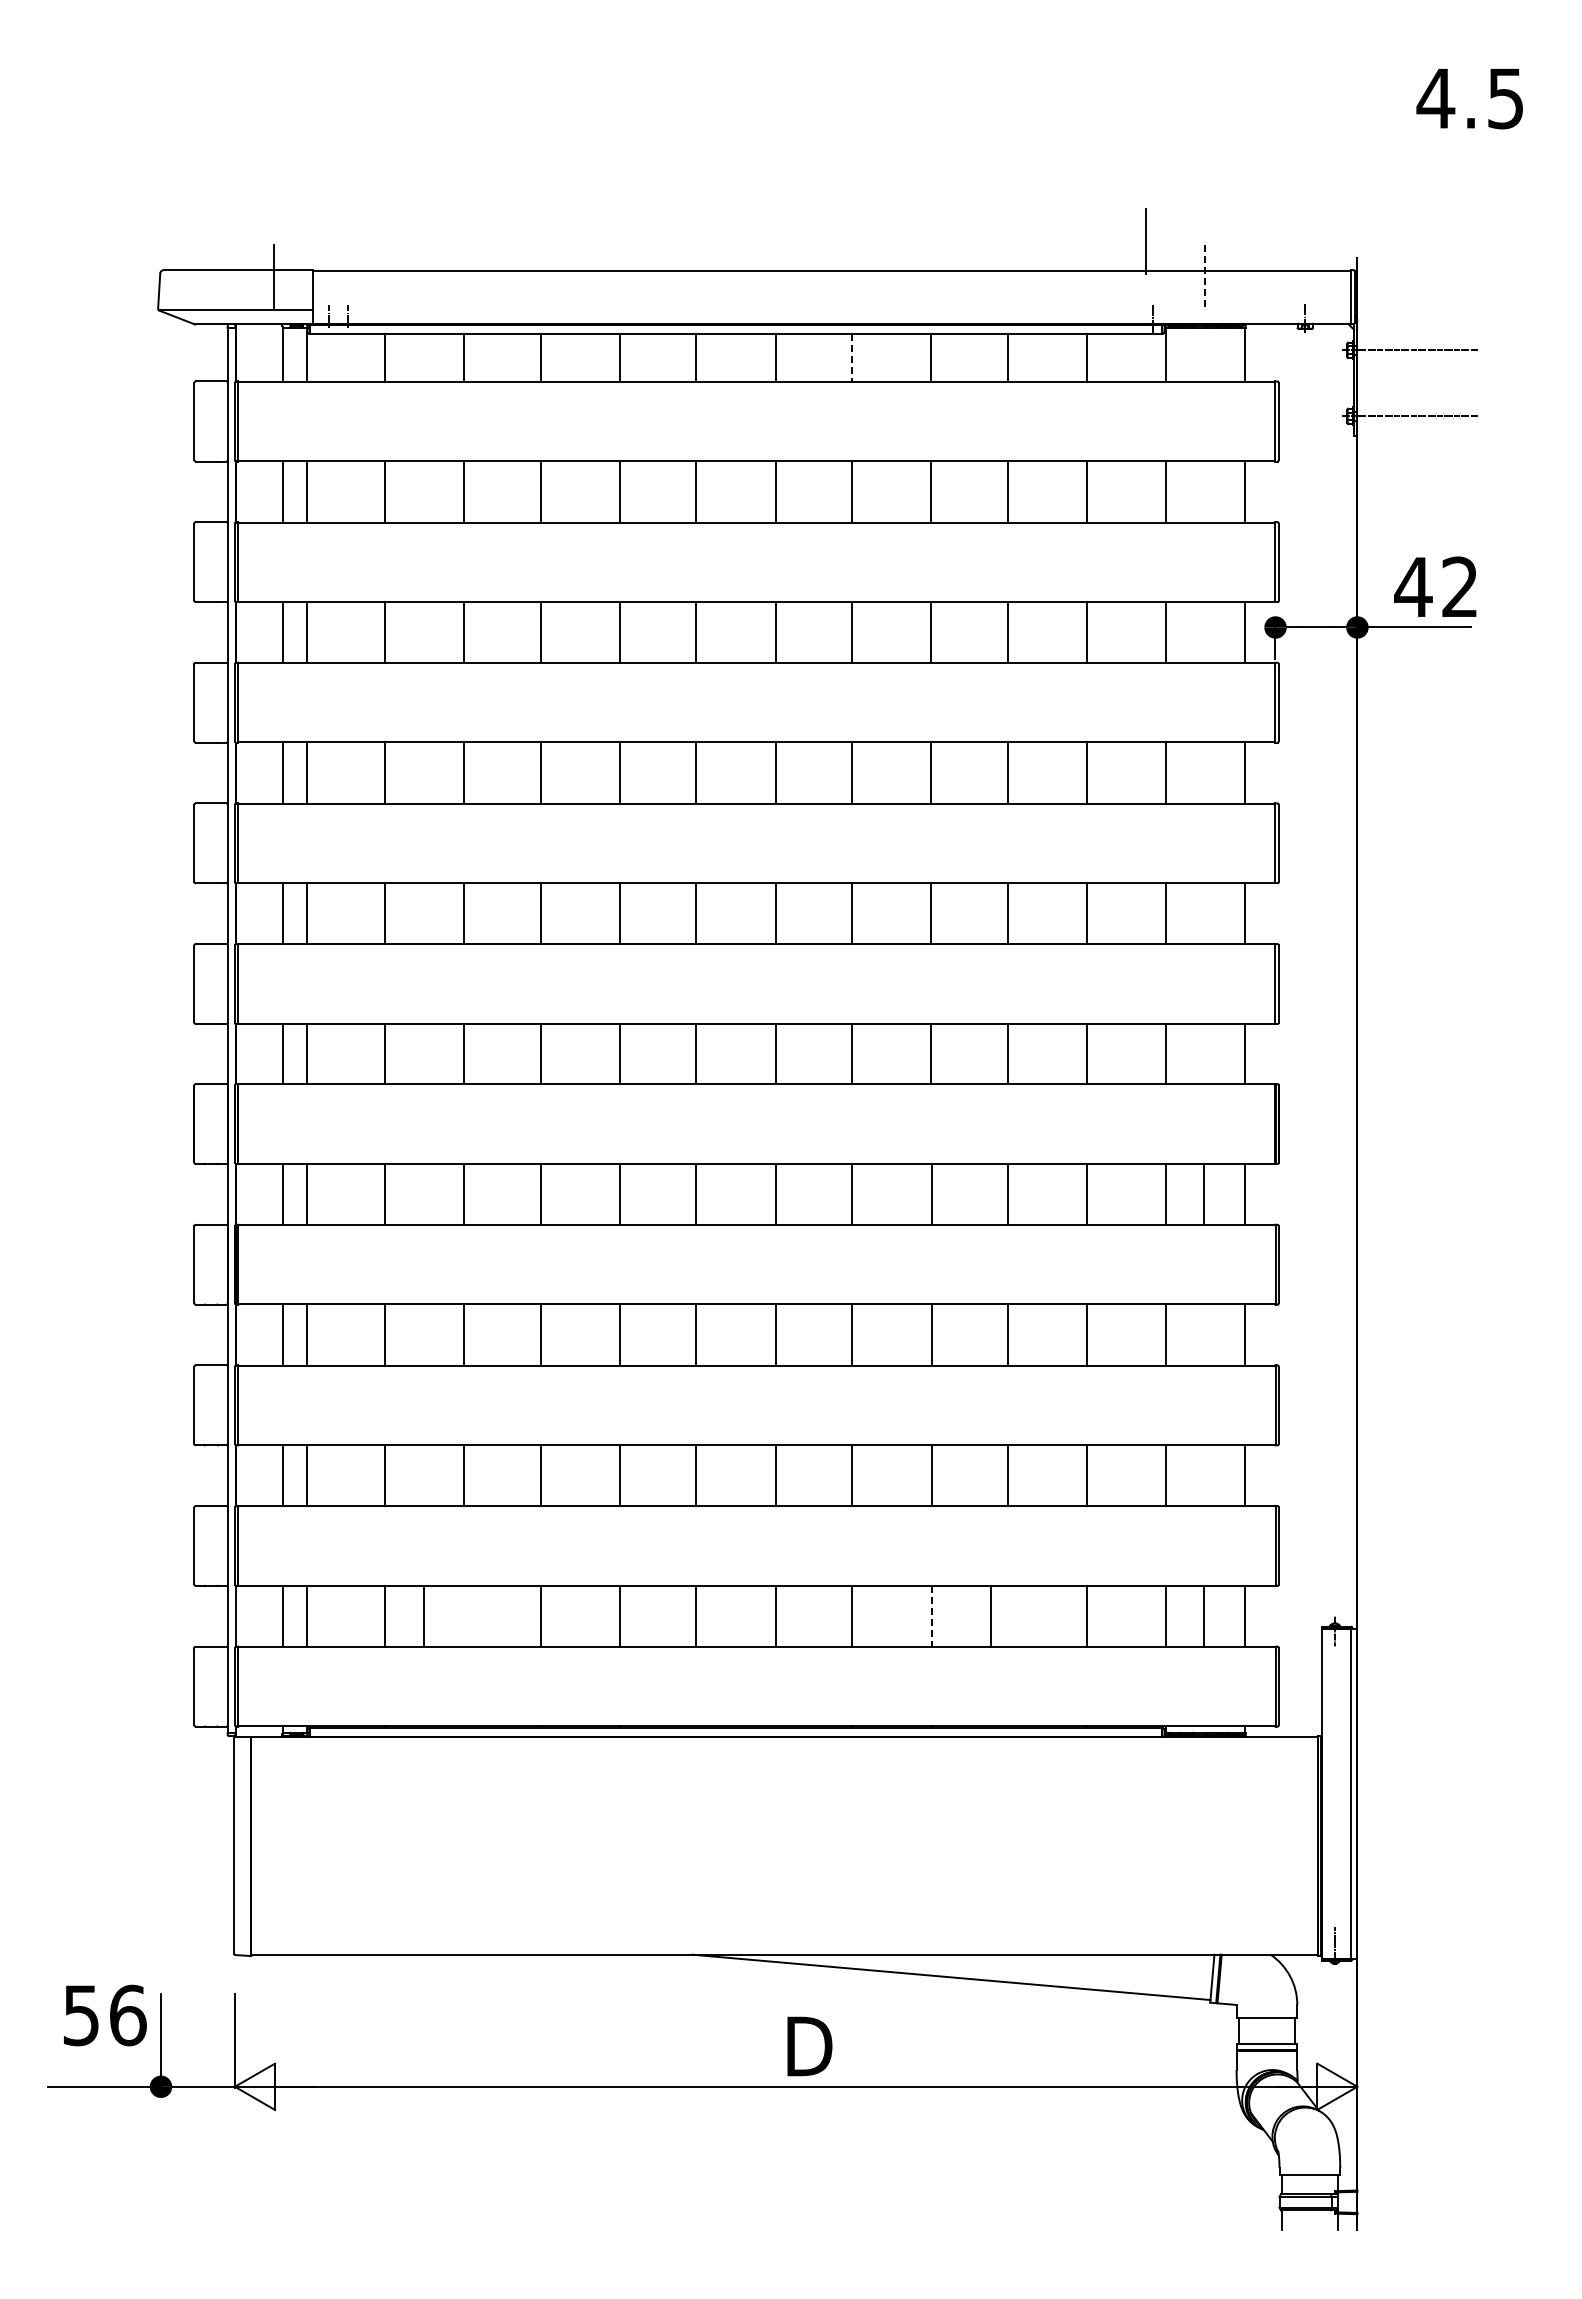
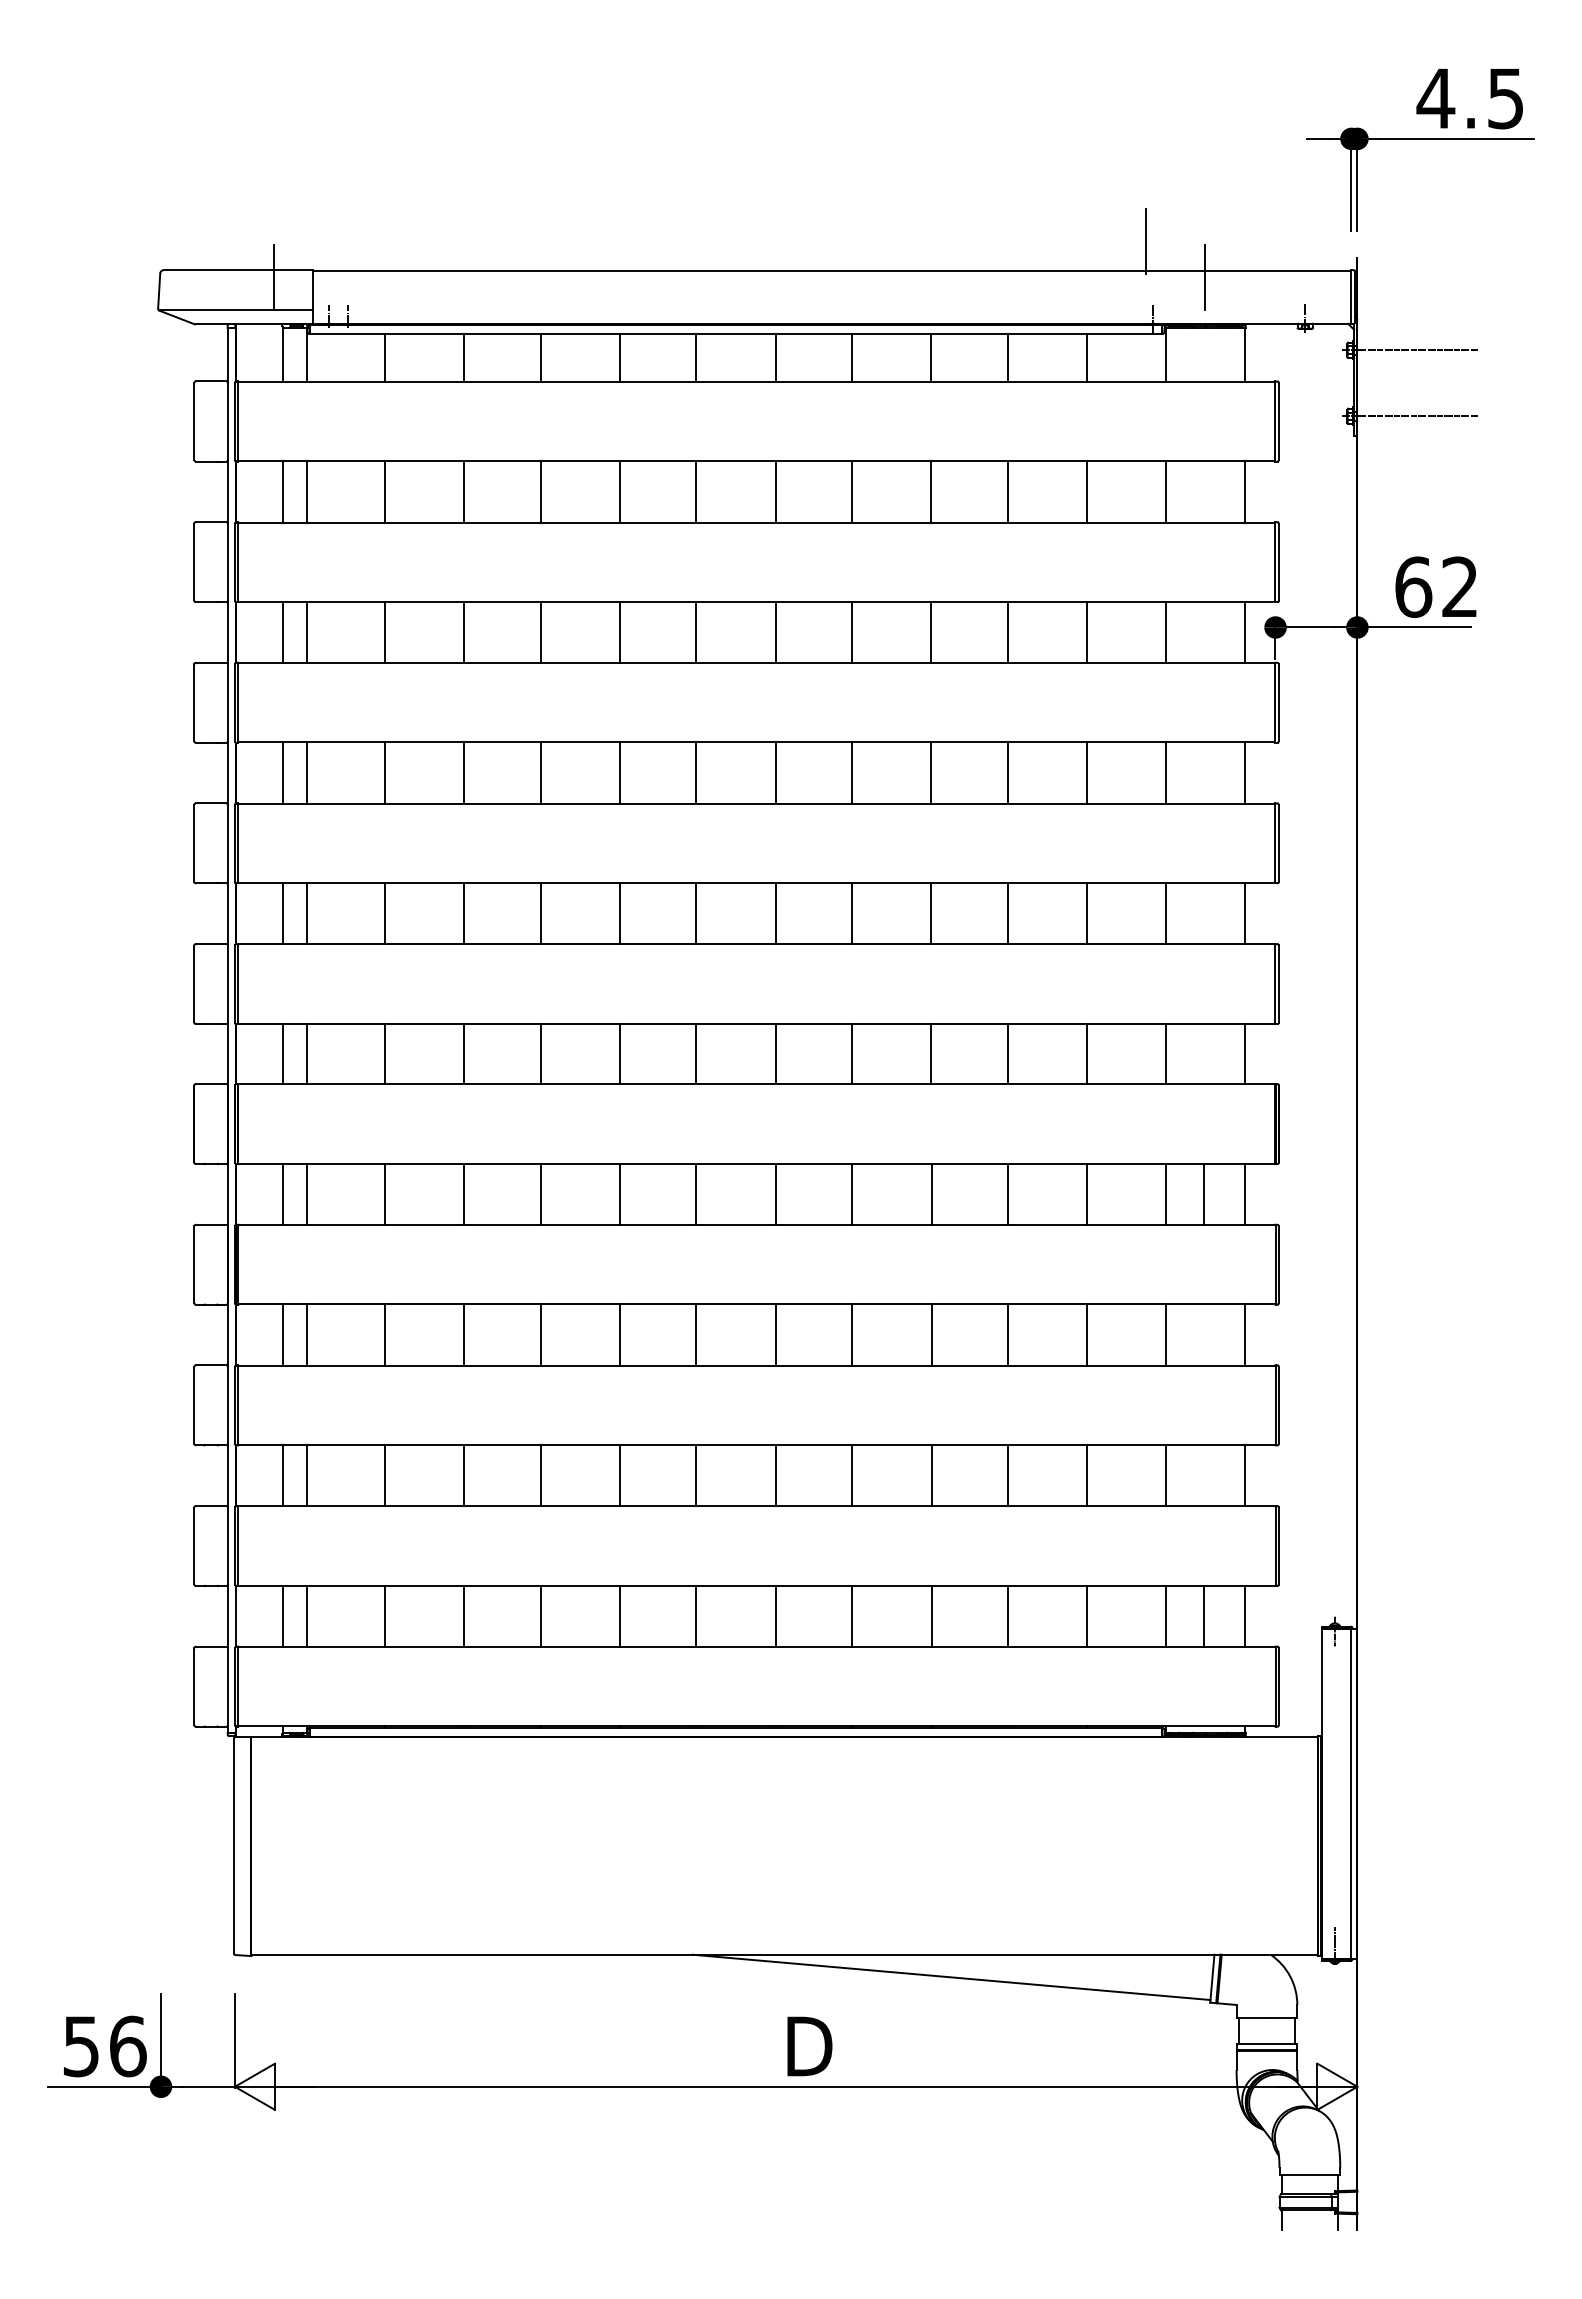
part at (1420, 139): none -> present
line at (1205, 277): dashed -> solid
line at (852, 358): dashed -> solid
text at (1413, 586): 42 -> 62
line at (424, 1616) position: (424, 1616) -> (464, 1616)
line at (931, 1616): dashed -> solid
line at (991, 1616) position: (991, 1616) -> (1008, 1616)
text at (105, 2015) position: (105, 2015) -> (105, 2046)
